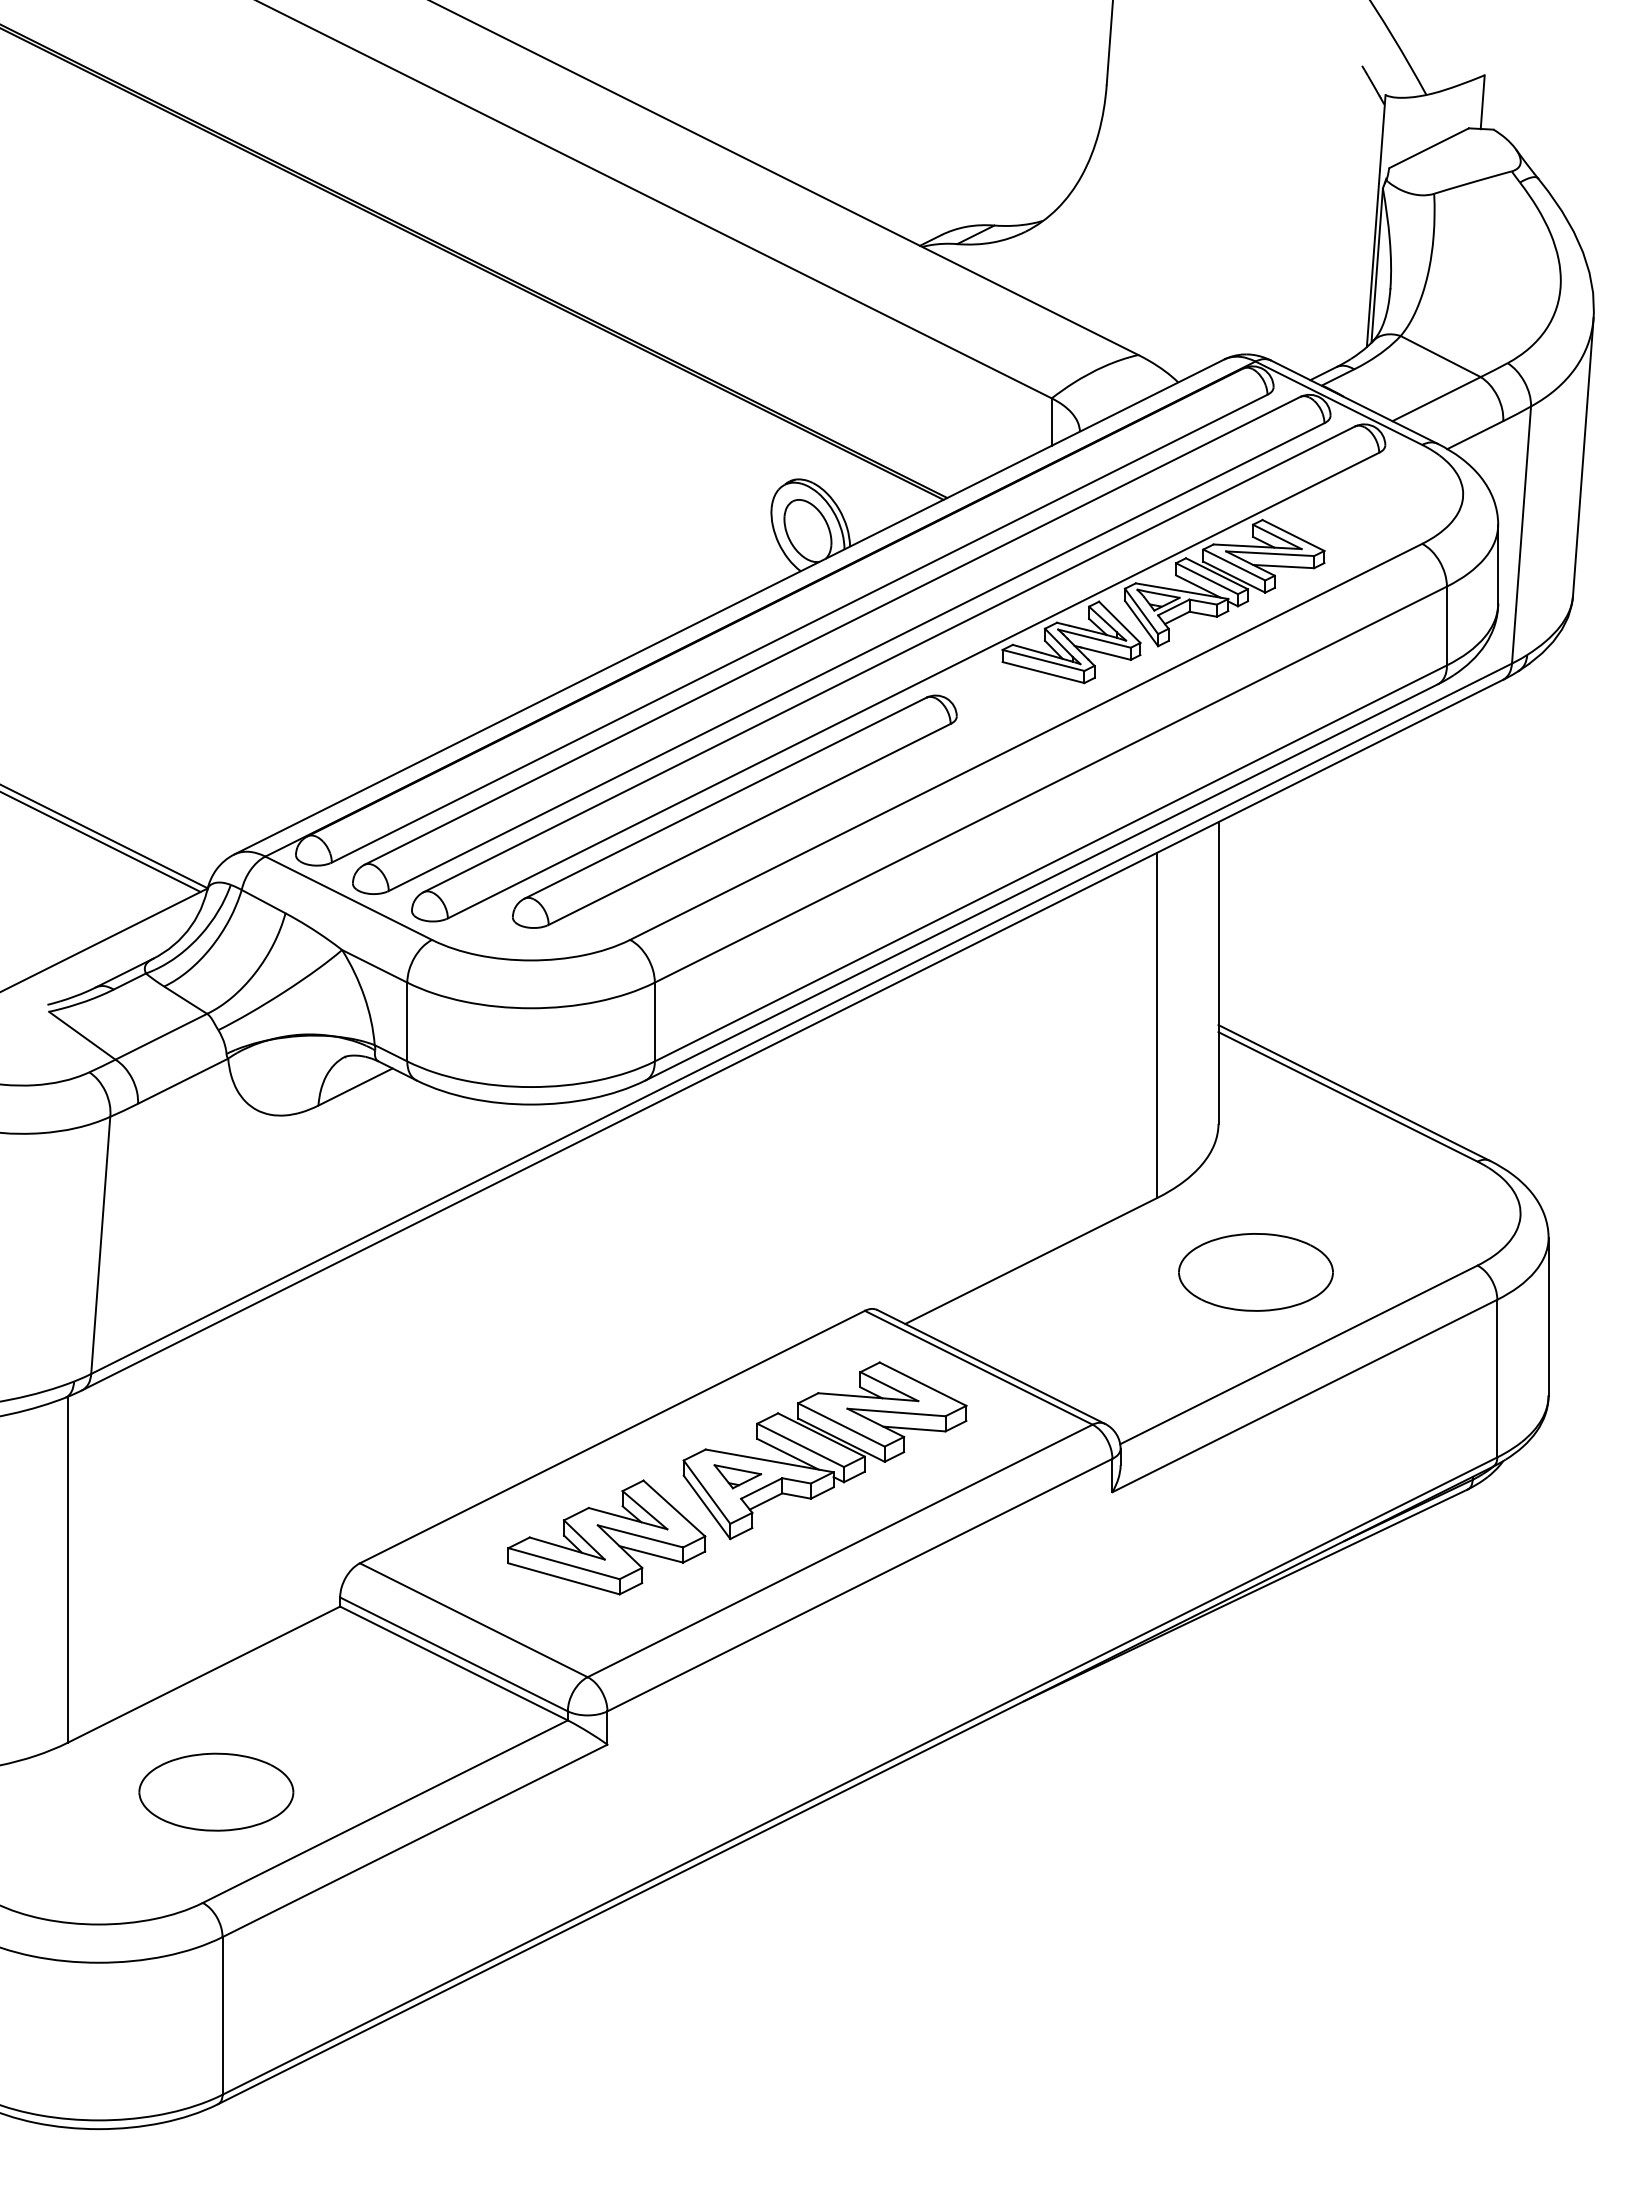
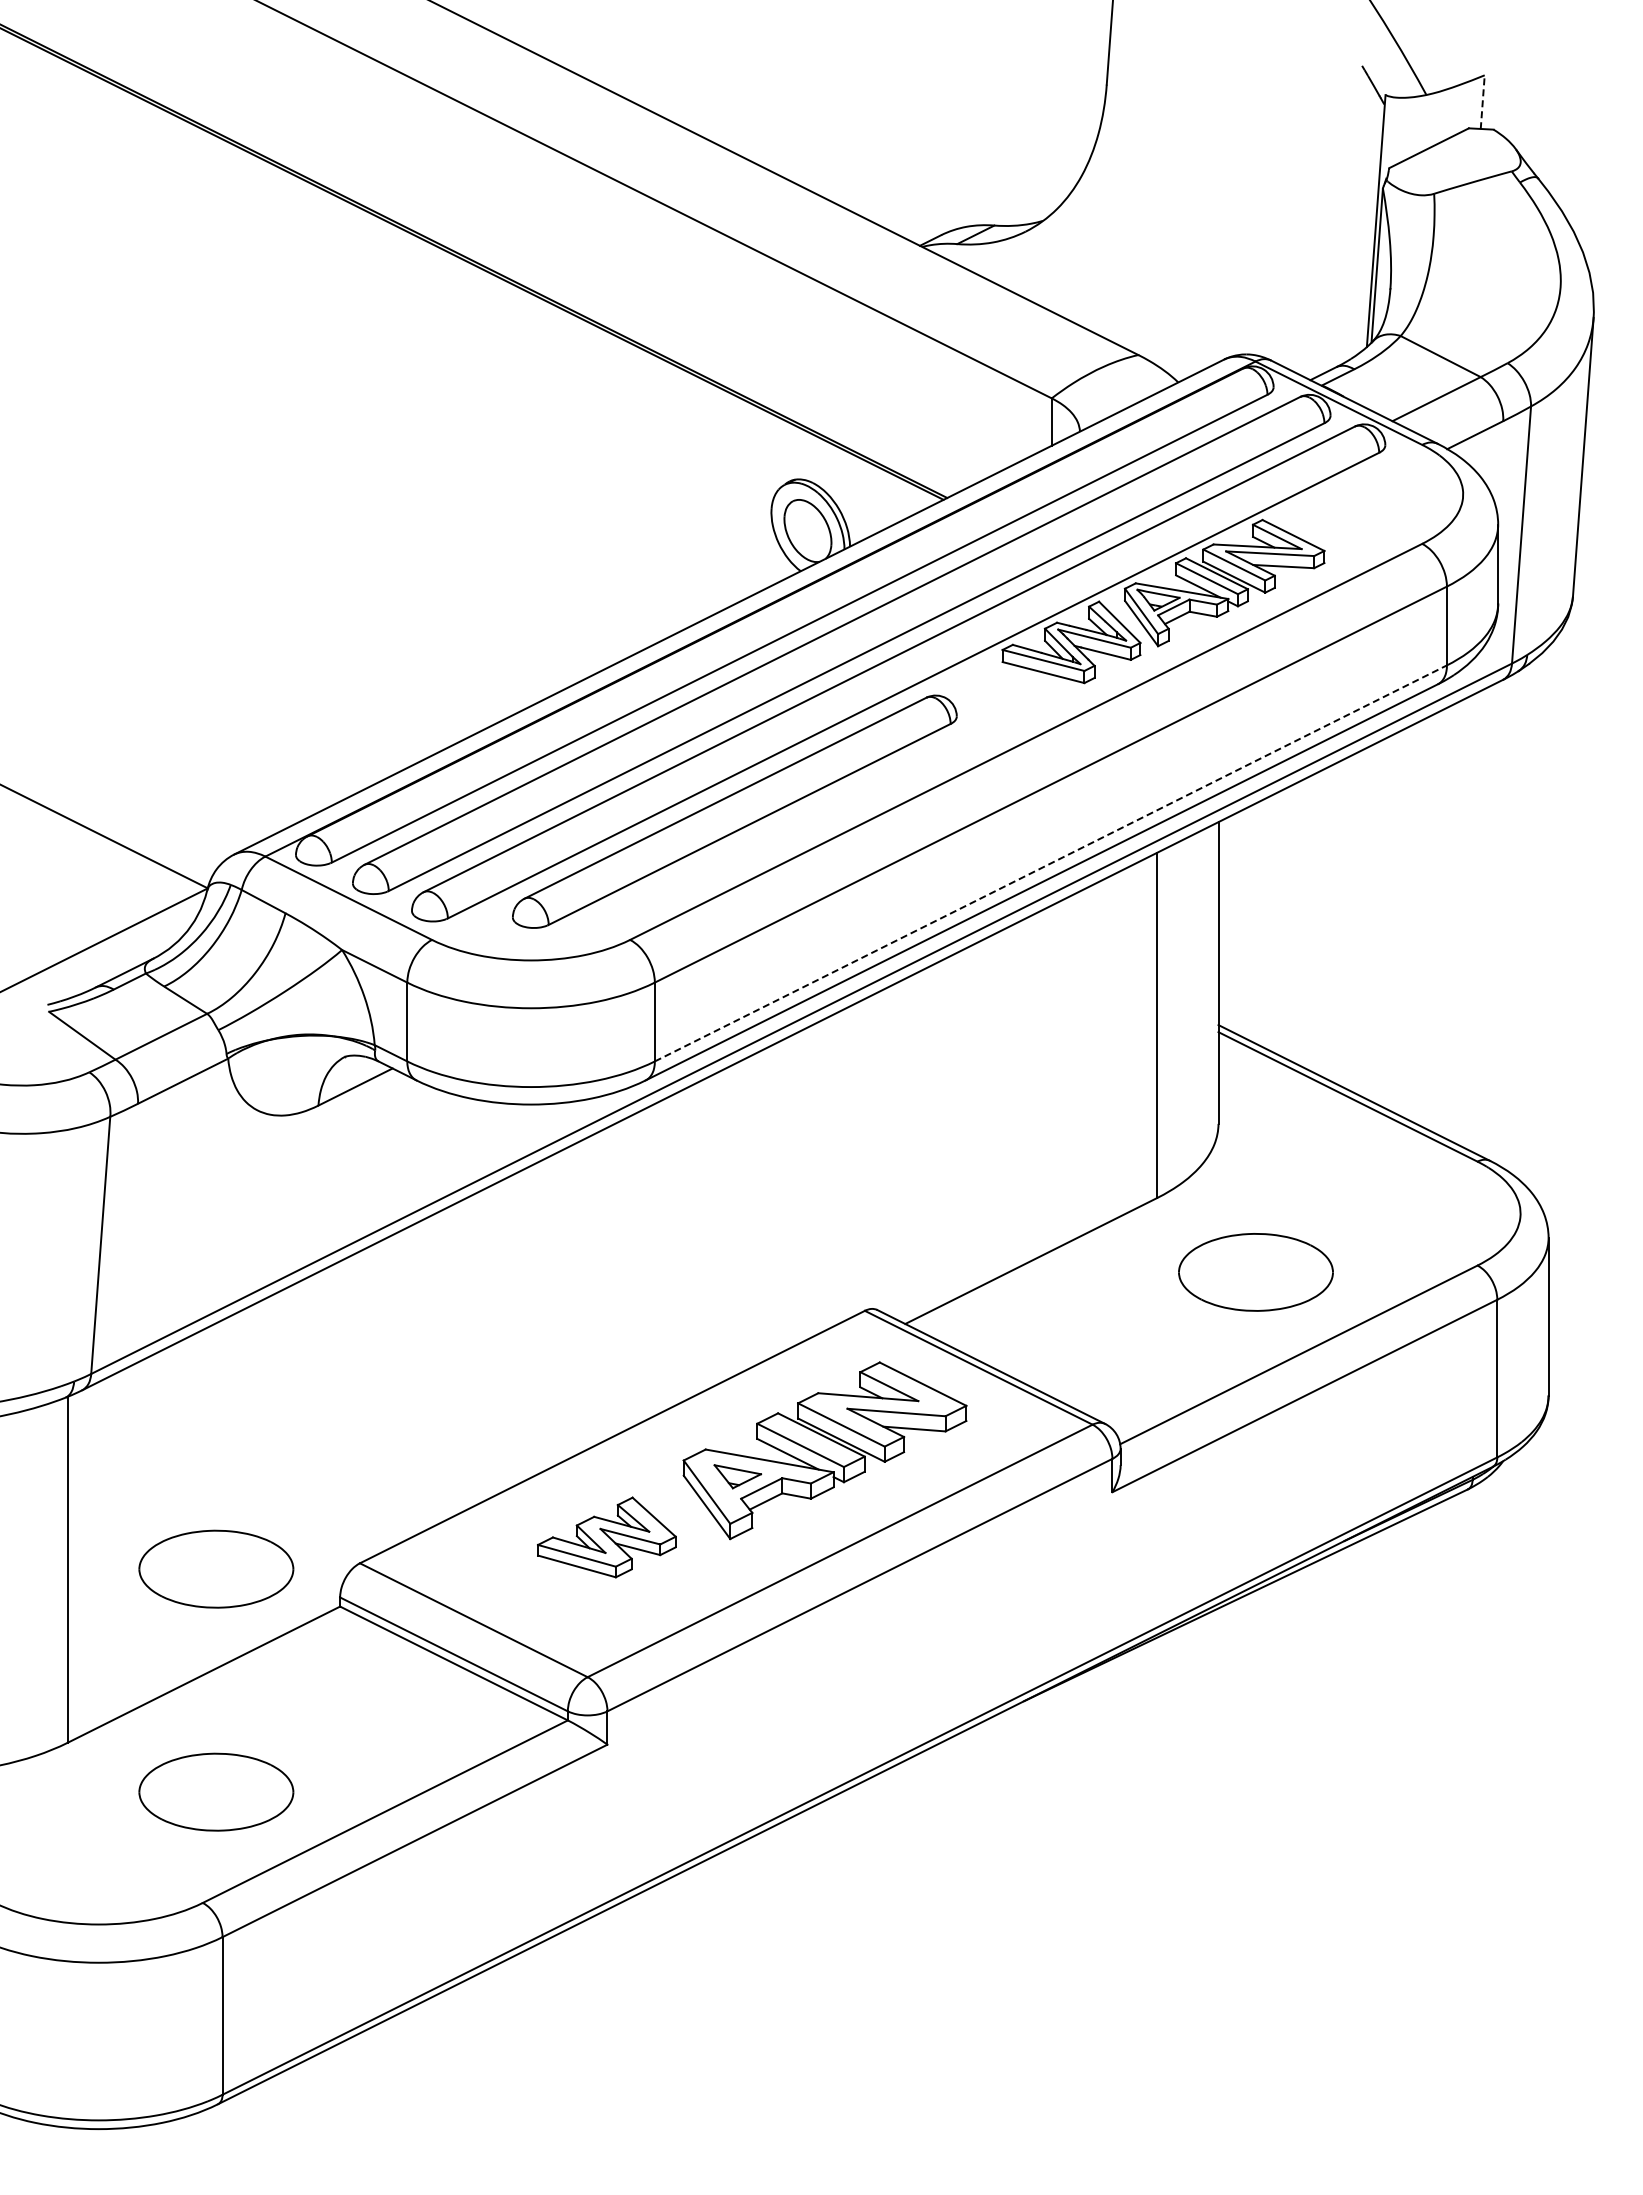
line at (1482, 101): solid -> dashed
line at (101, 842): present -> none
line at (1050, 863): solid -> dashed
part at (606, 1537) size: 200x117 px -> 140x83 px
part at (216, 1568): none -> present
